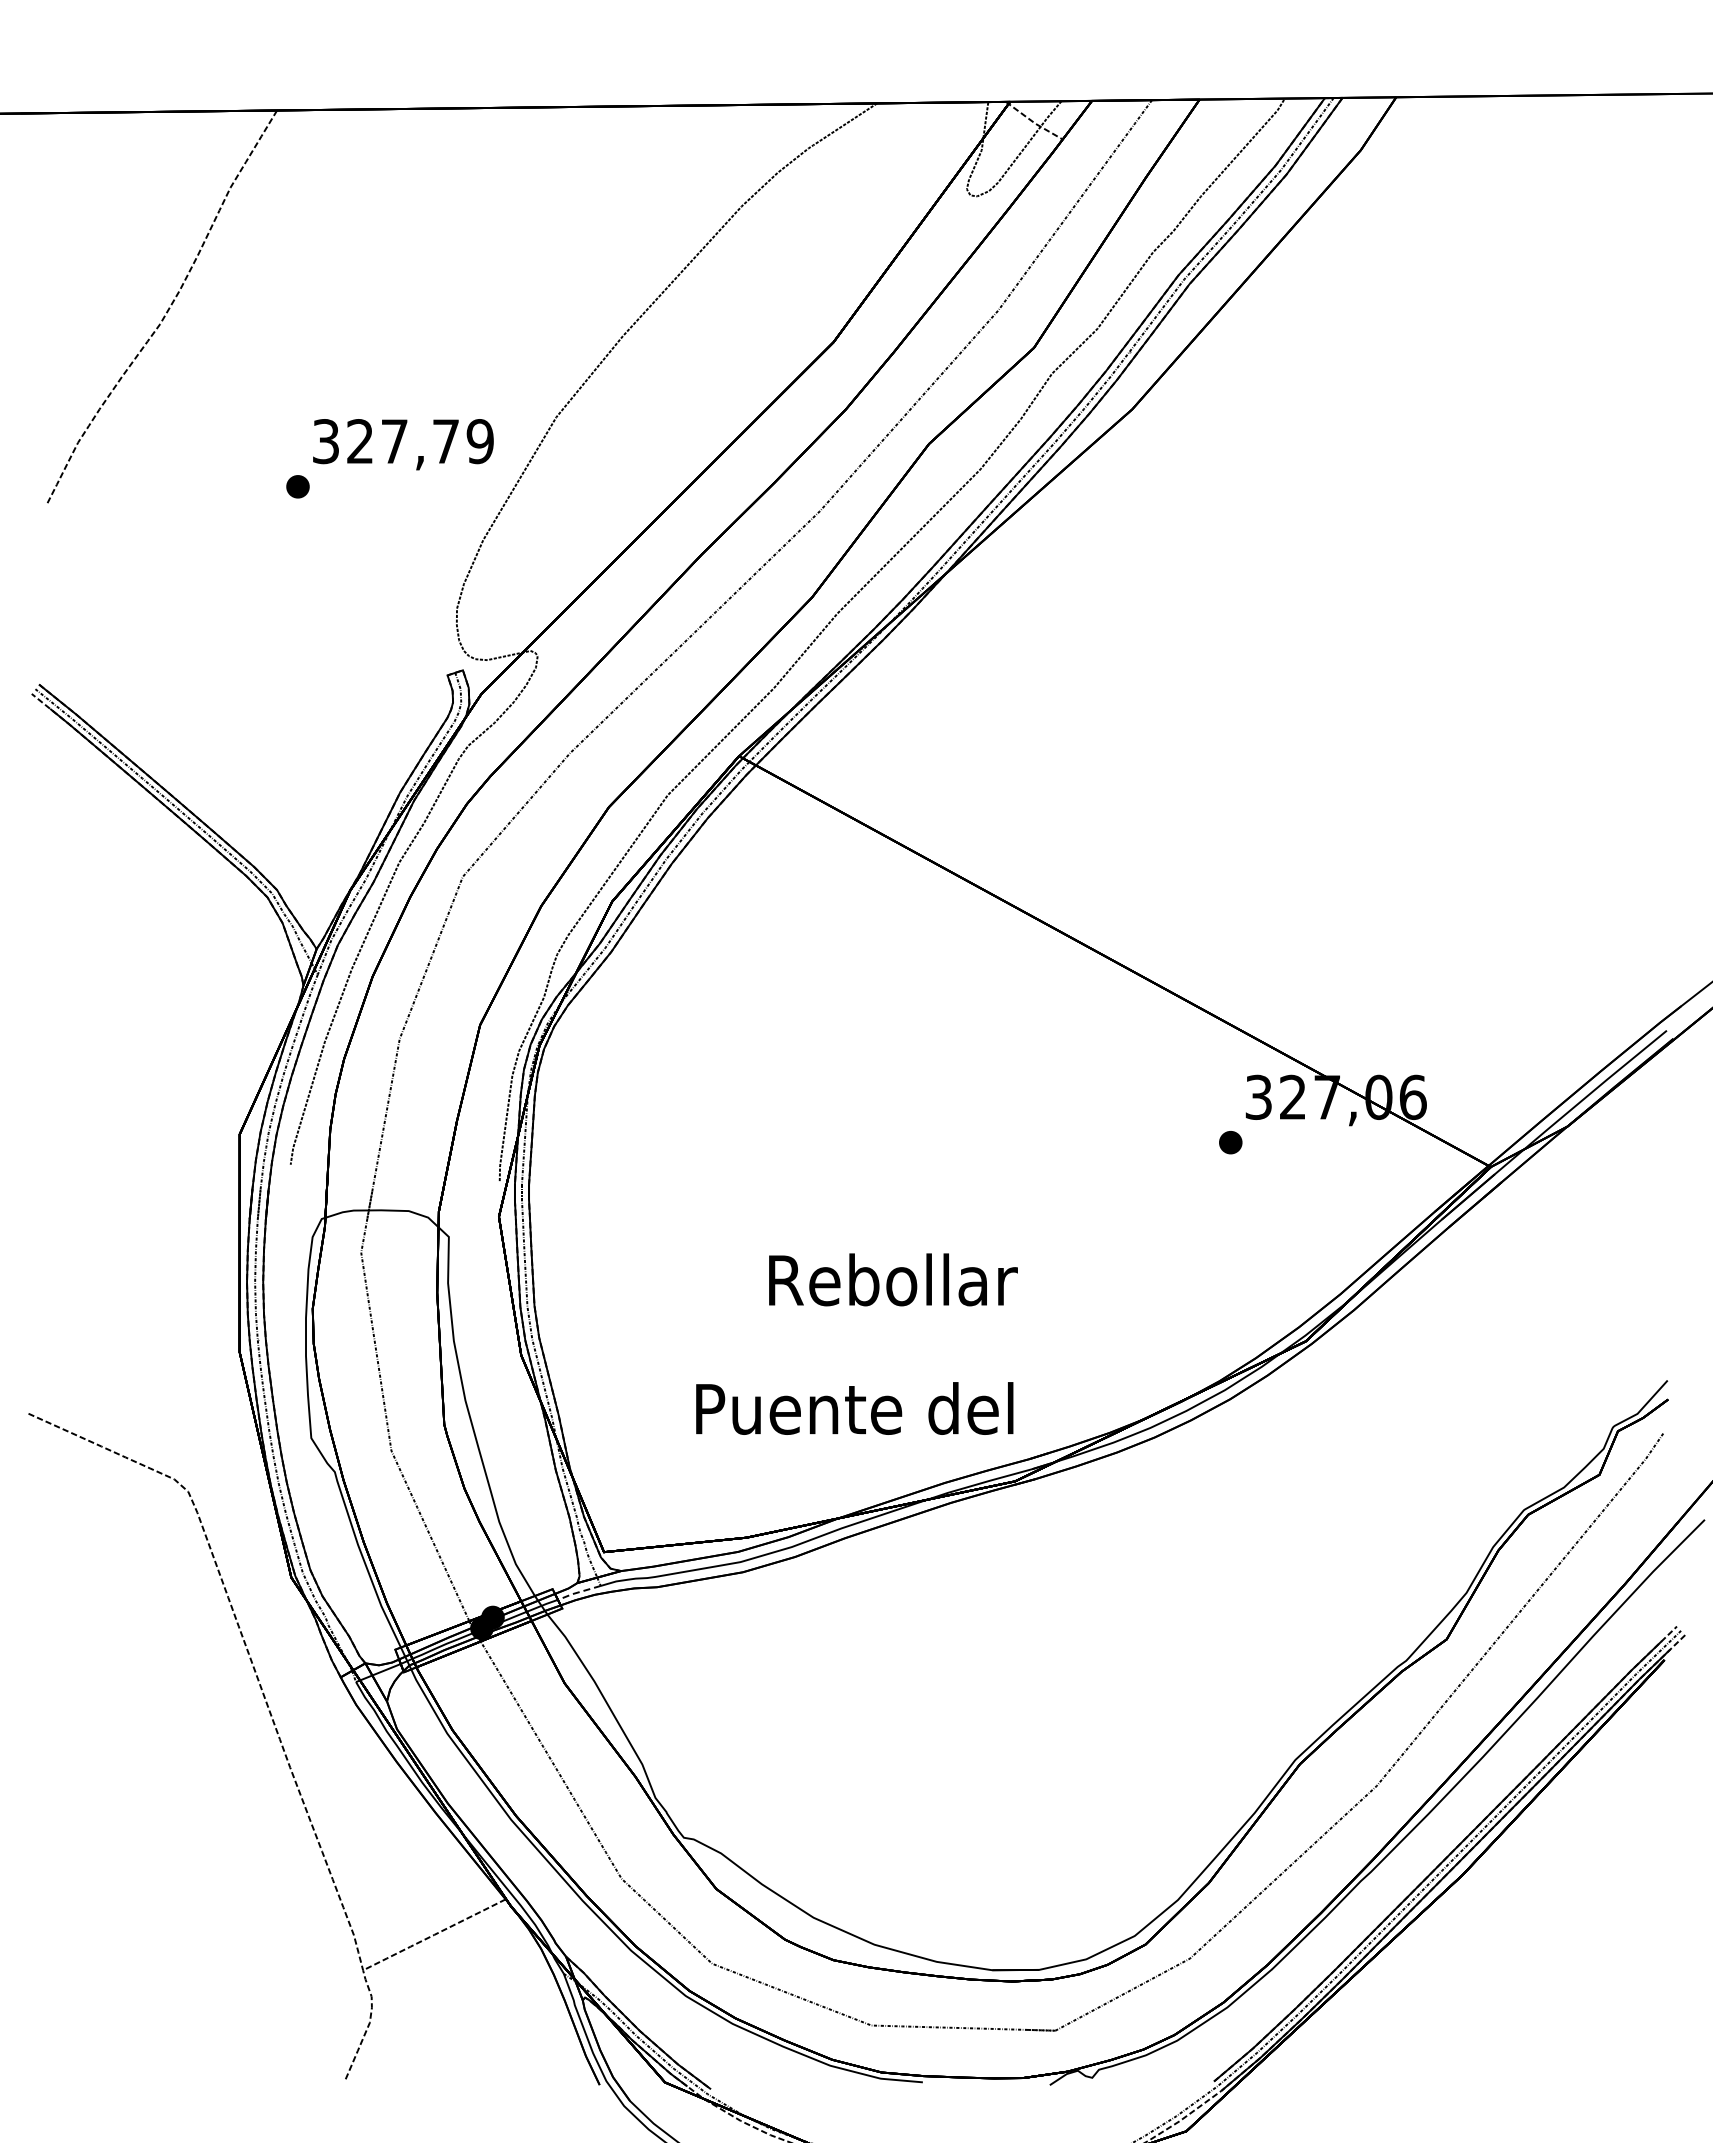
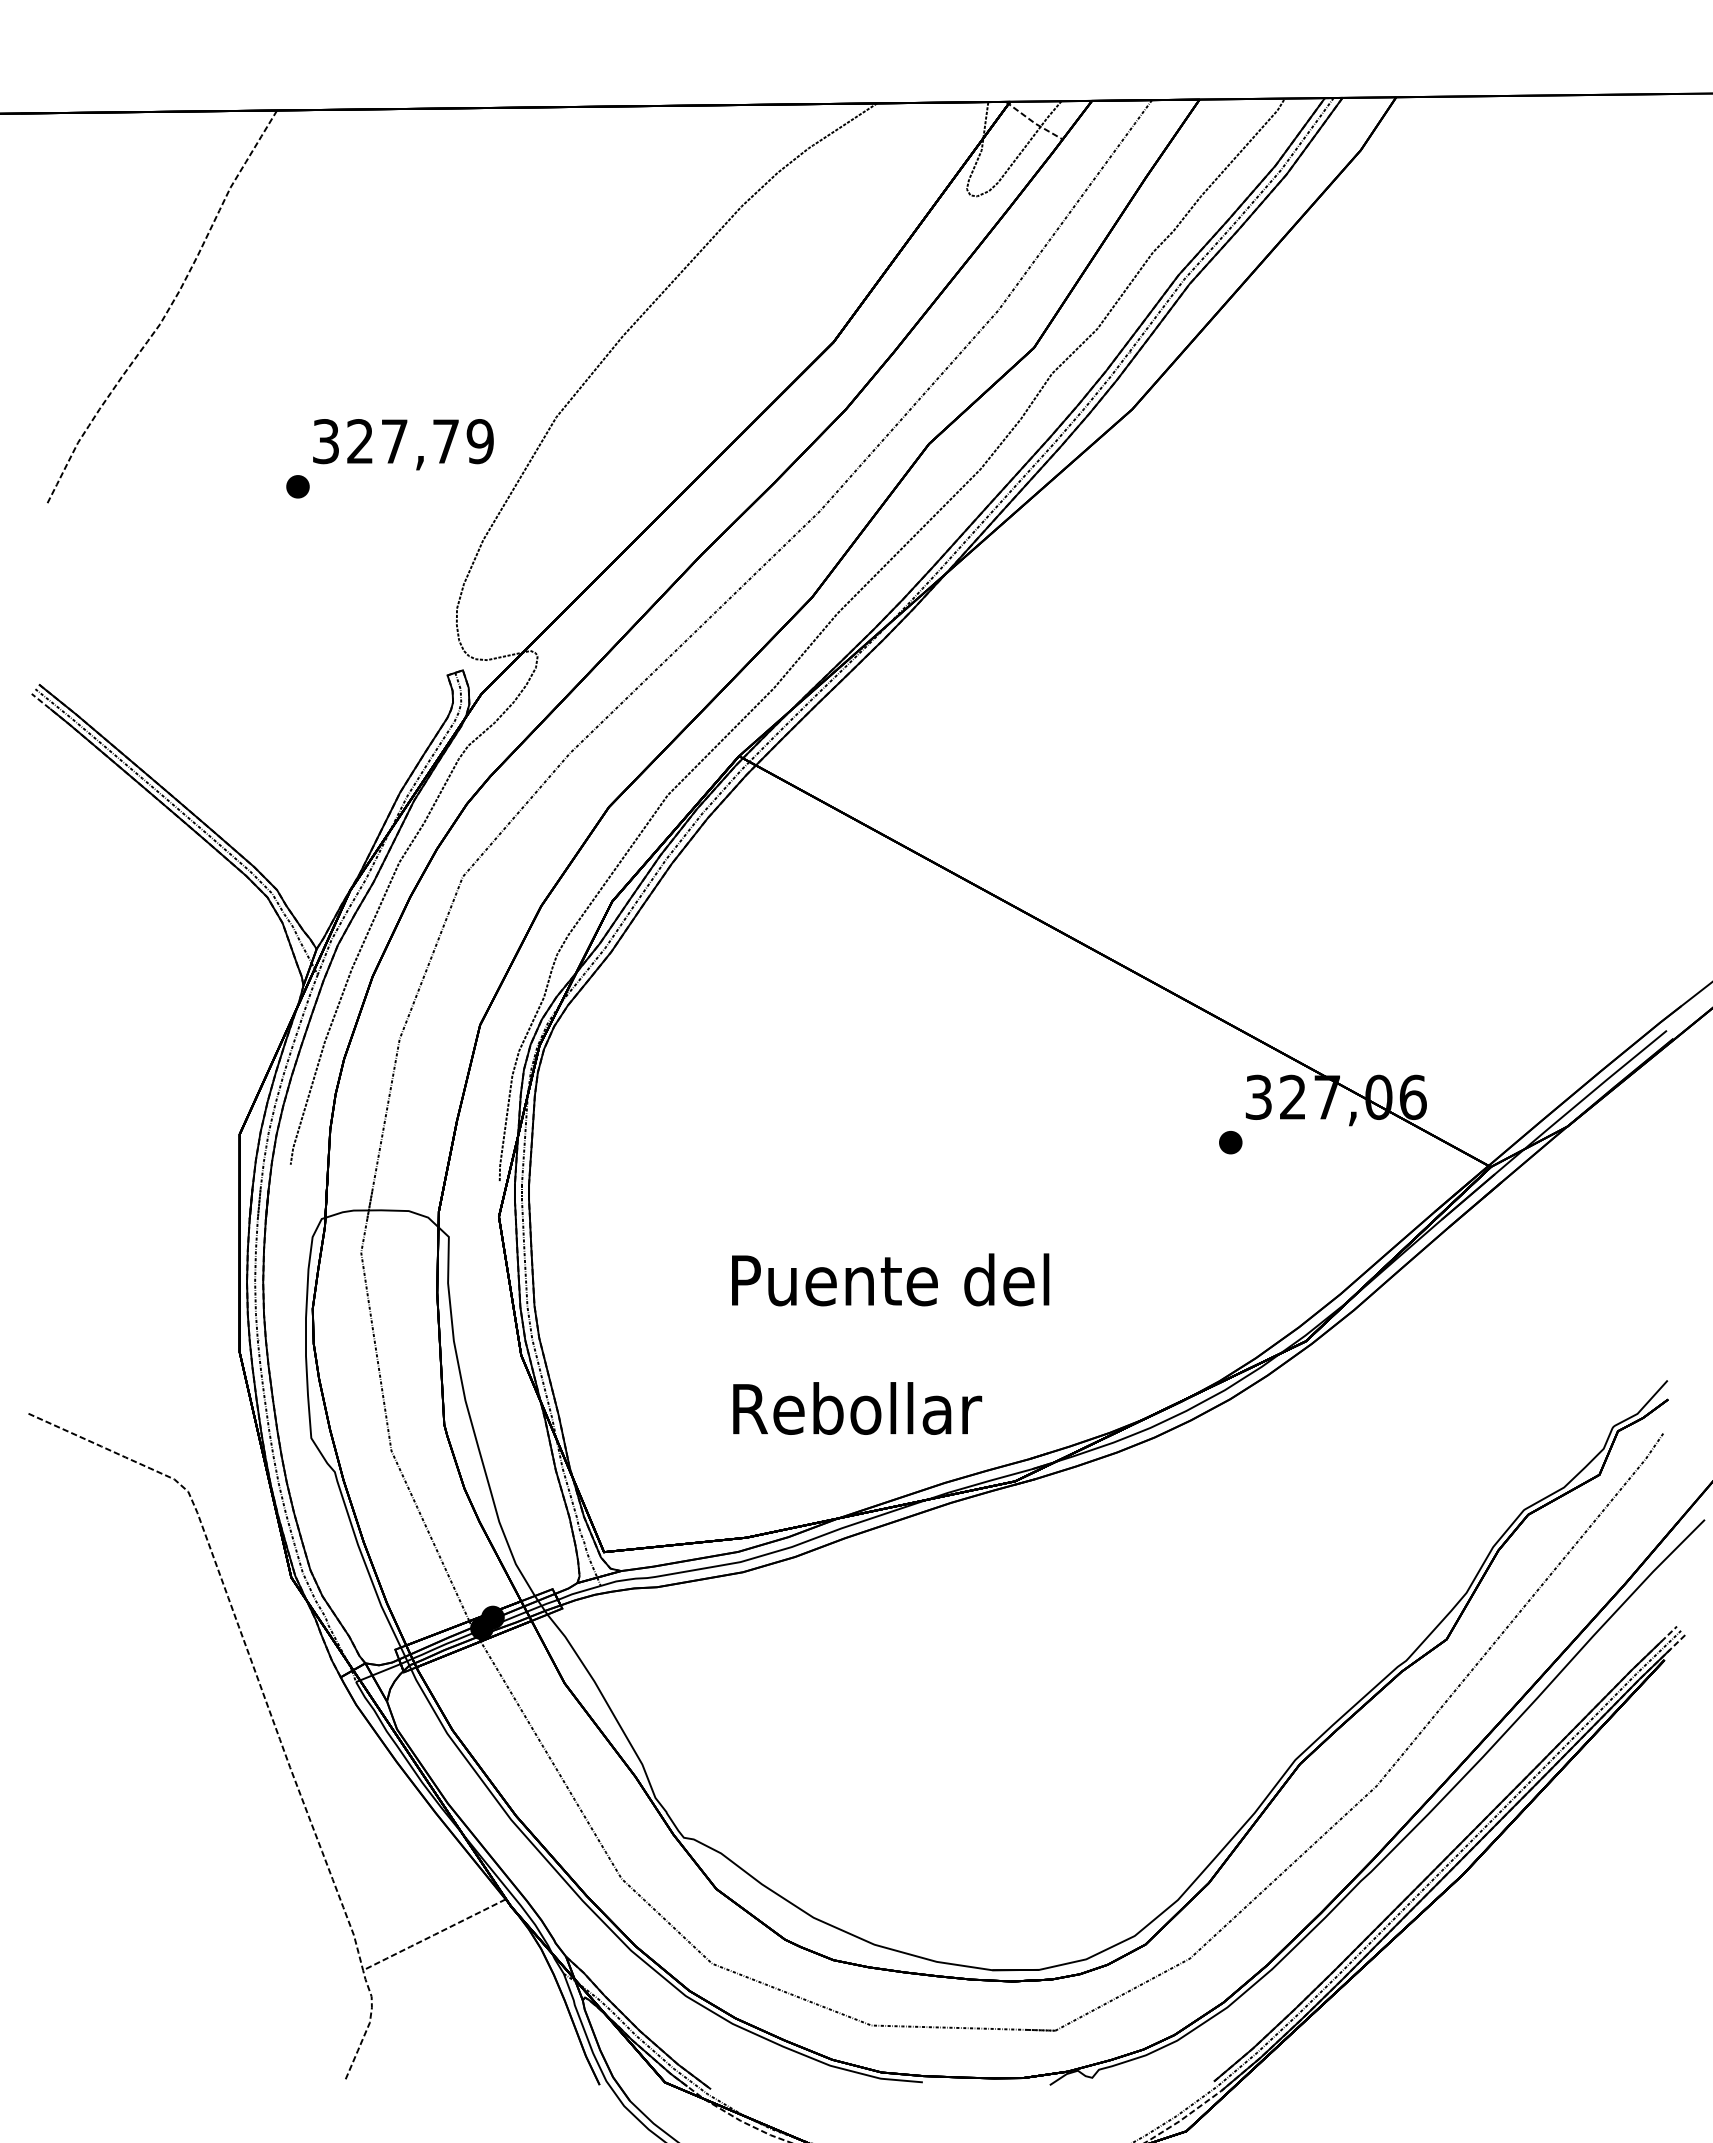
text at (890, 1279): Rebollar -> Puente del
text at (854, 1408): Puente del -> Rebollar
line at (577, 1592): dashed -> solid
